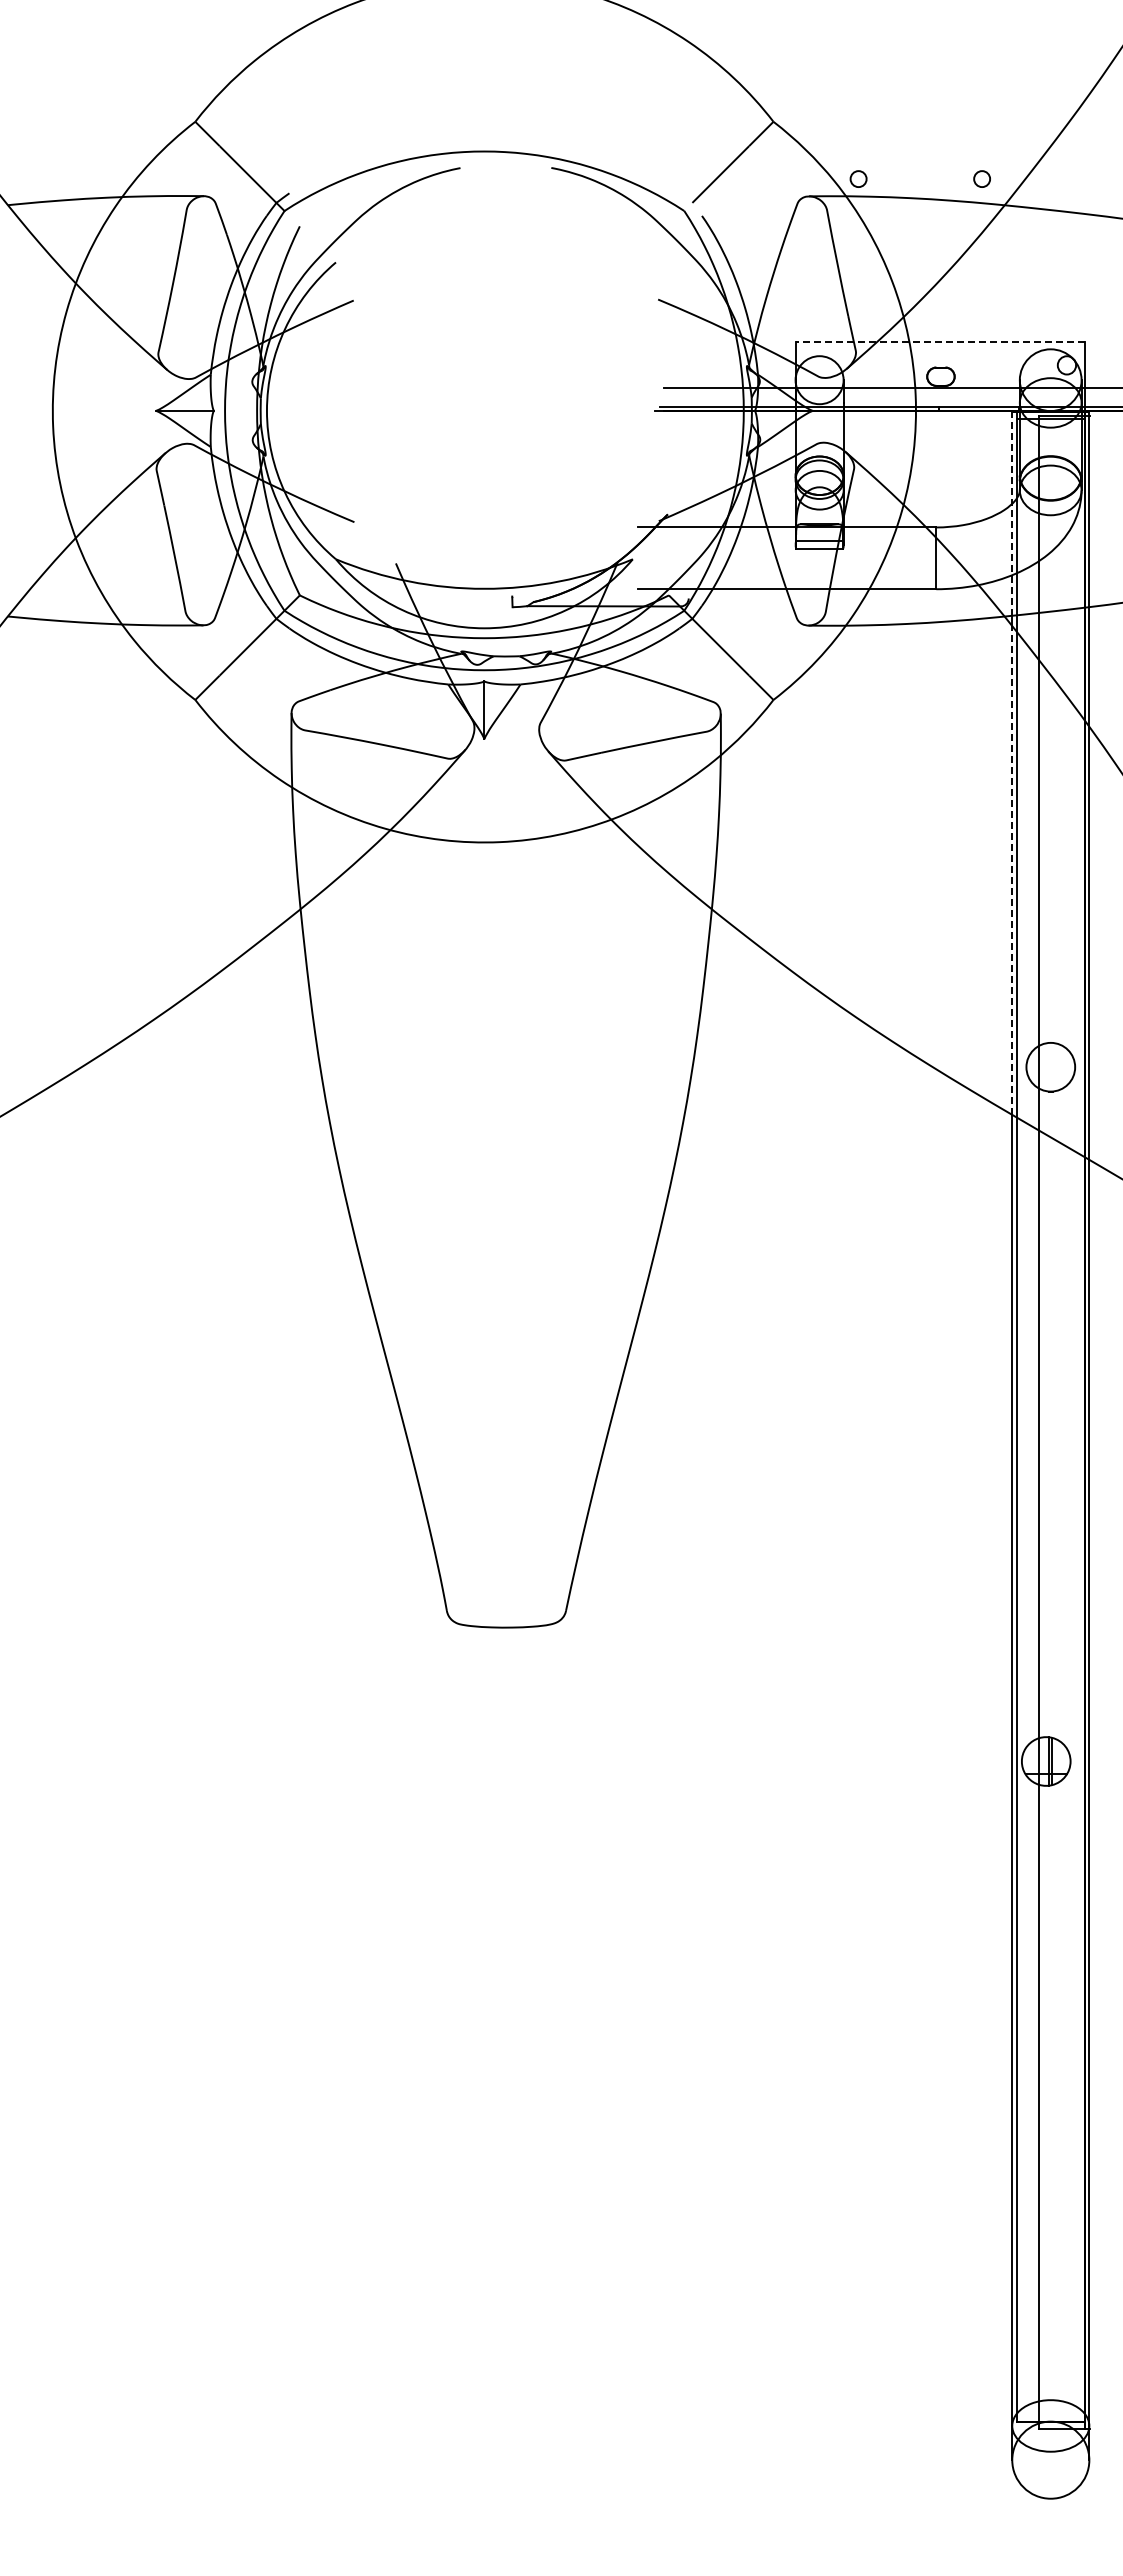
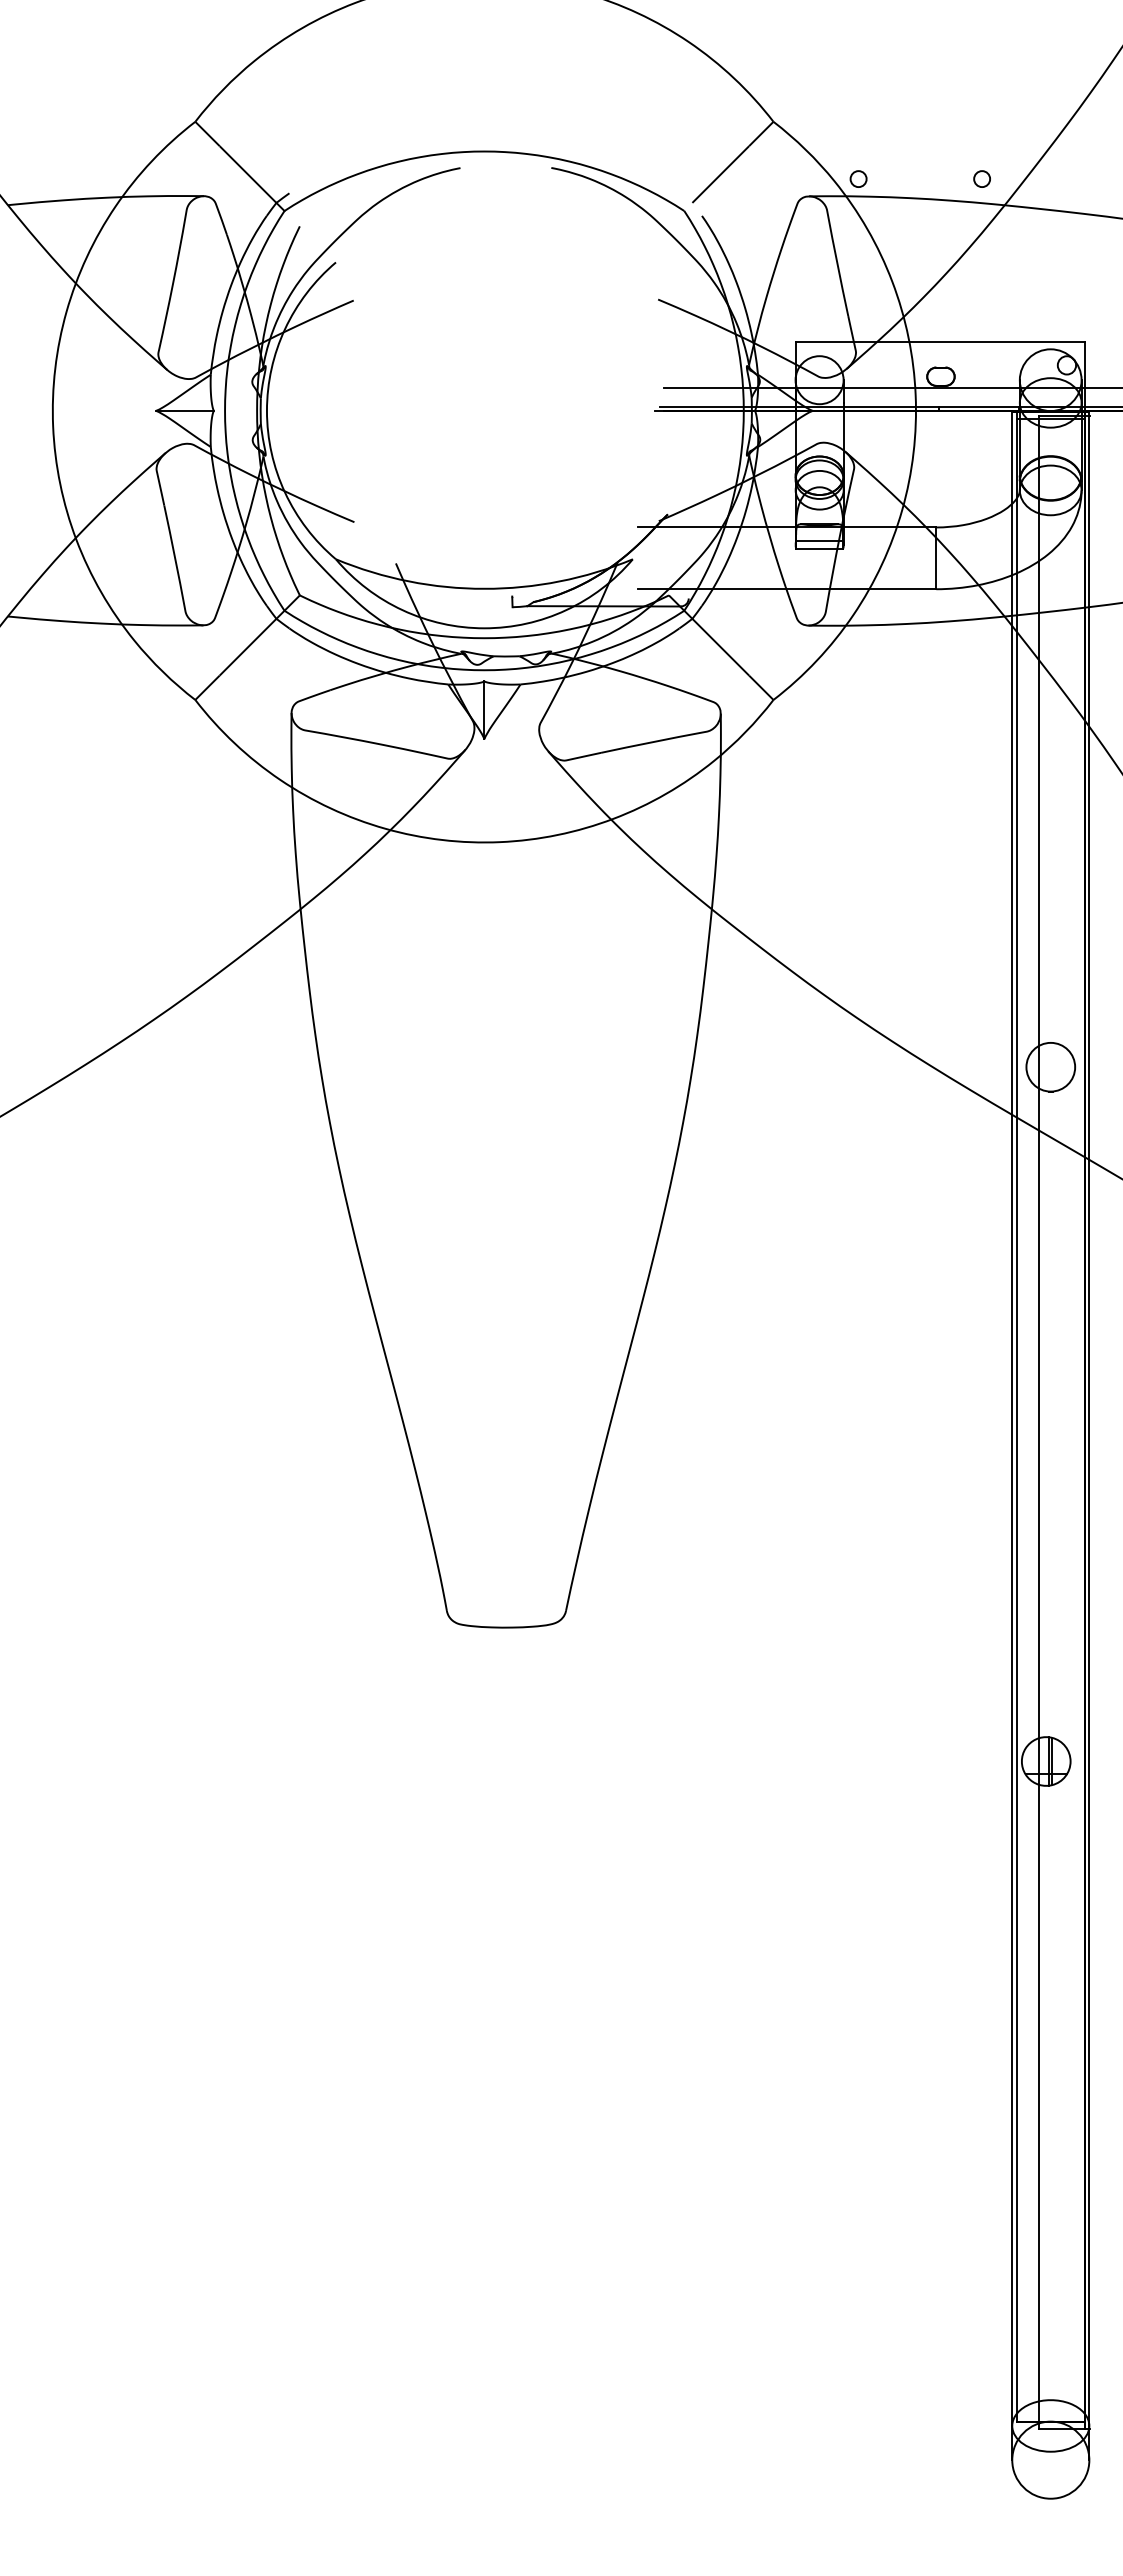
line at (940, 342): dashed -> solid
line at (1012, 513): dashed -> solid
line at (1012, 870): dashed -> solid
